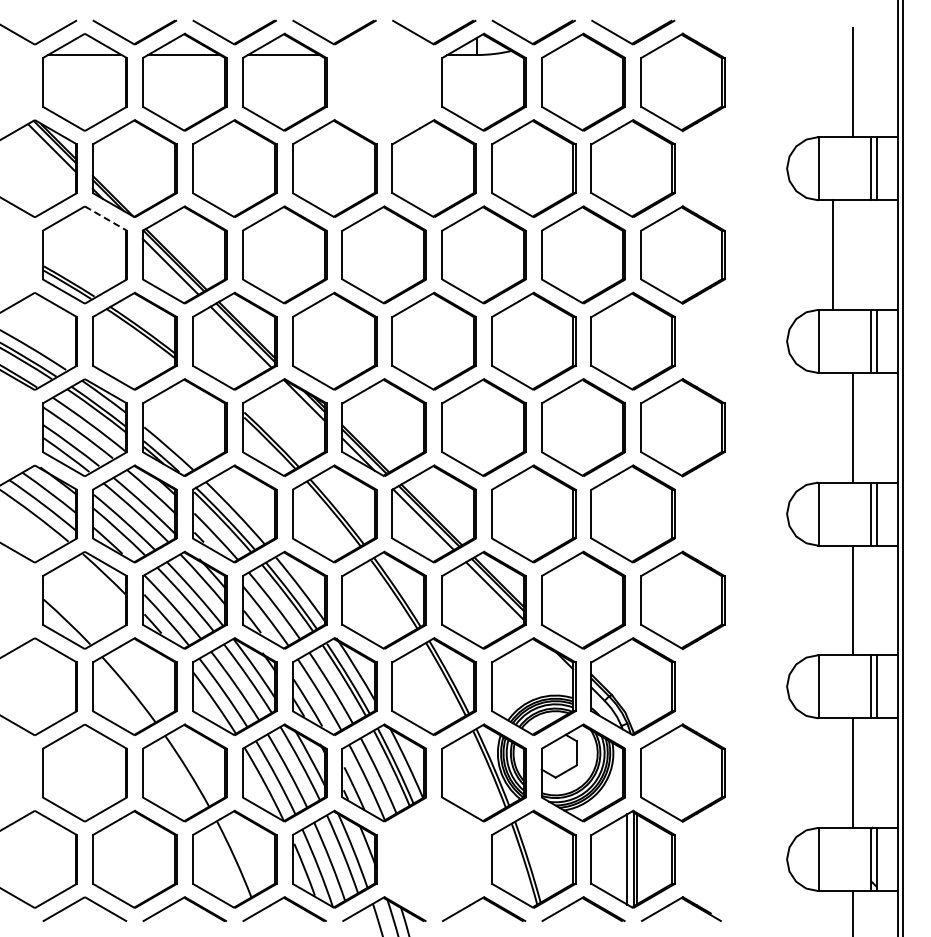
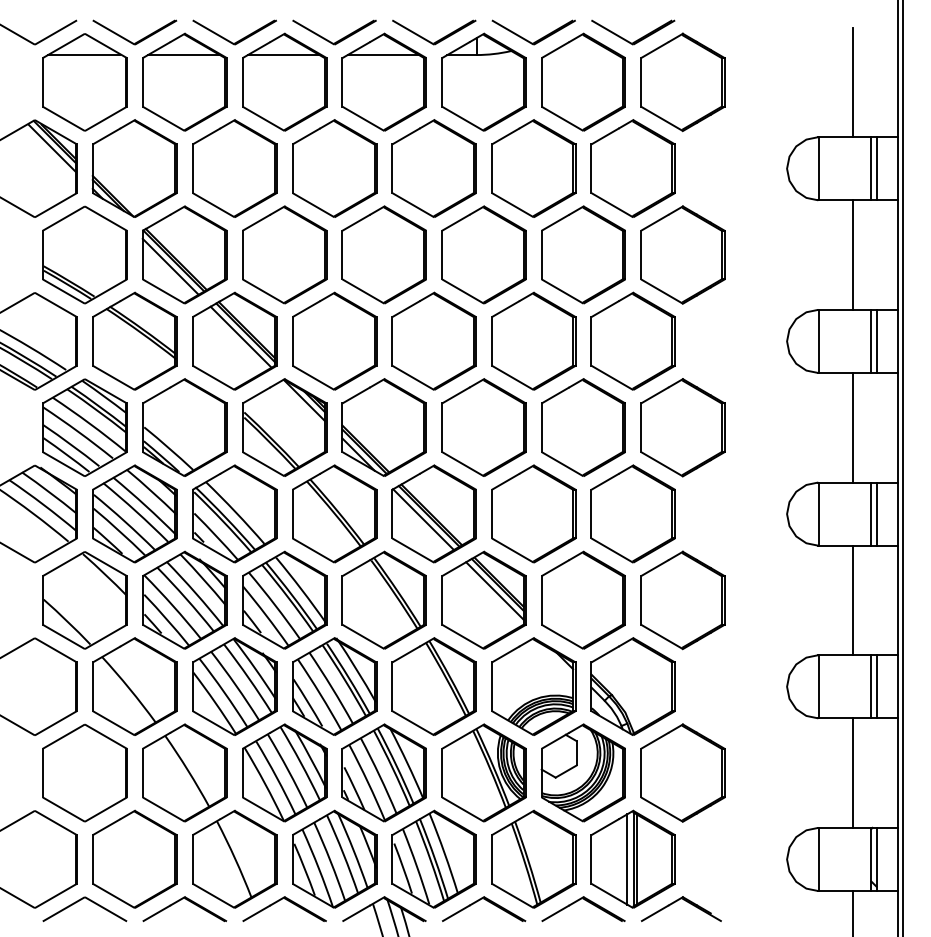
part at (383, 81): none -> present
line at (106, 218): dashed -> solid
line at (833, 254) position: (833, 254) -> (853, 254)
part at (433, 858): none -> present
